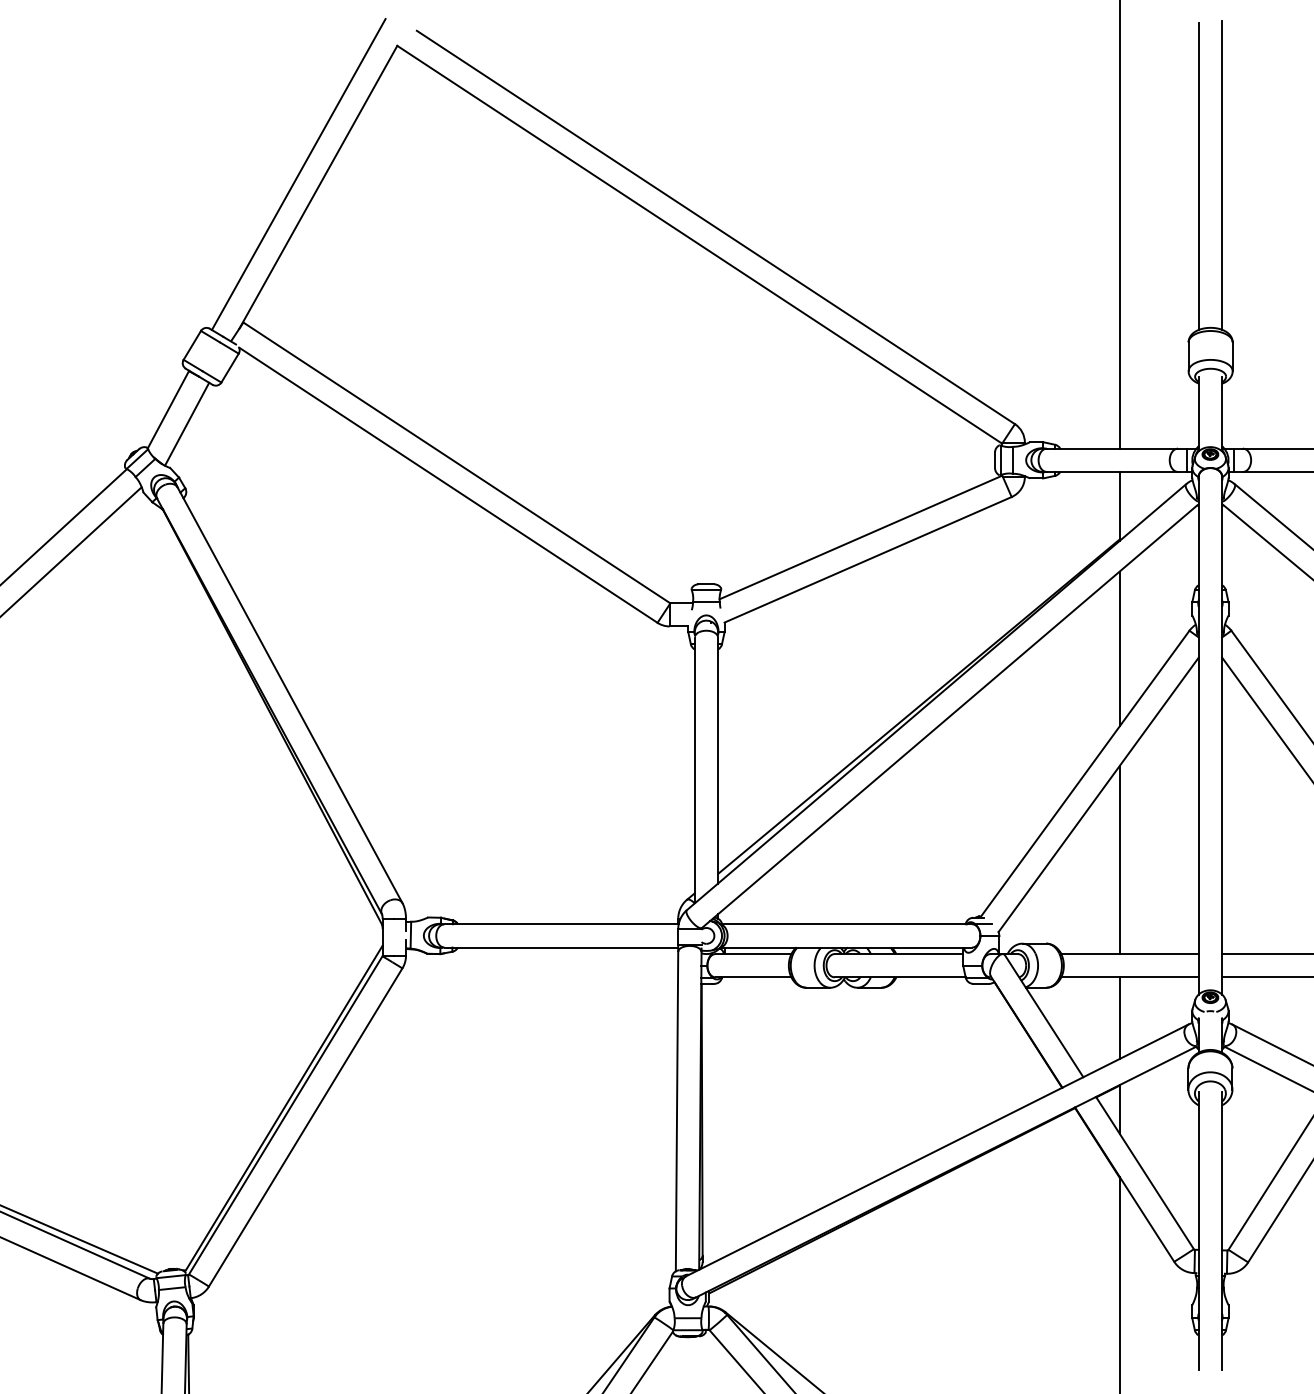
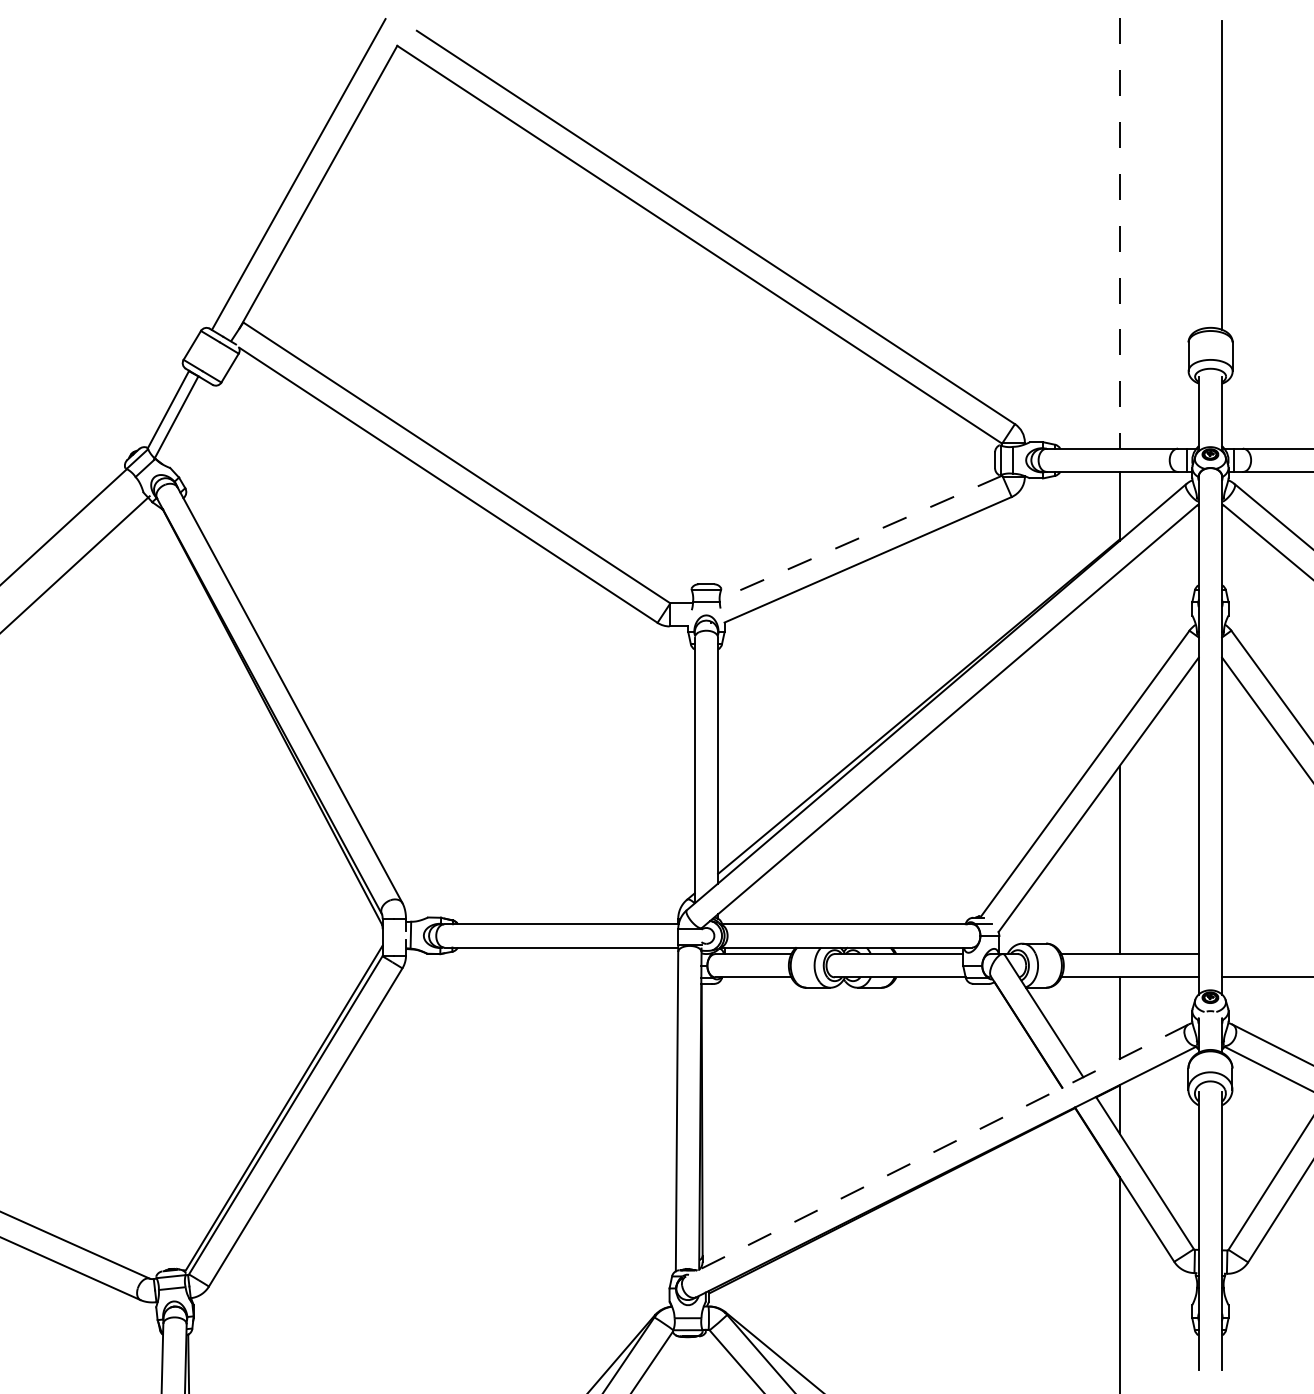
line at (1198, 175): present -> none
line at (1119, 224): solid -> dashed
line at (187, 423) position: (187, 423) -> (176, 417)
line at (860, 537): solid -> dashed
line at (71, 551) position: (71, 551) -> (75, 563)
line at (1119, 648): present -> none
line at (1266, 954): present -> none
line at (937, 1150): solid -> dashed
line at (80, 1239): present -> none
